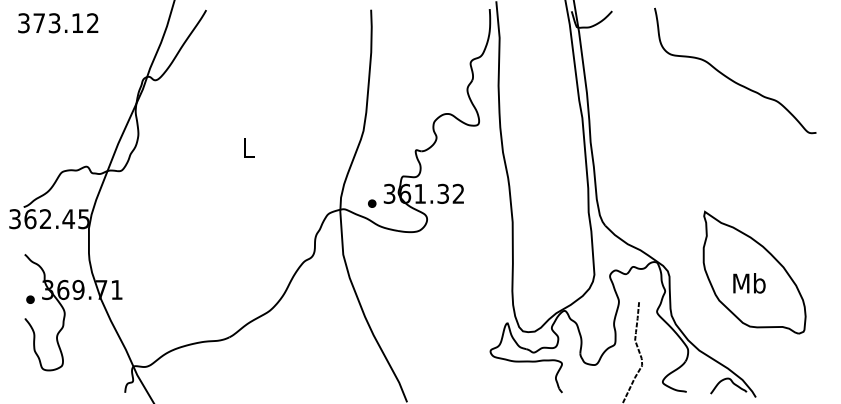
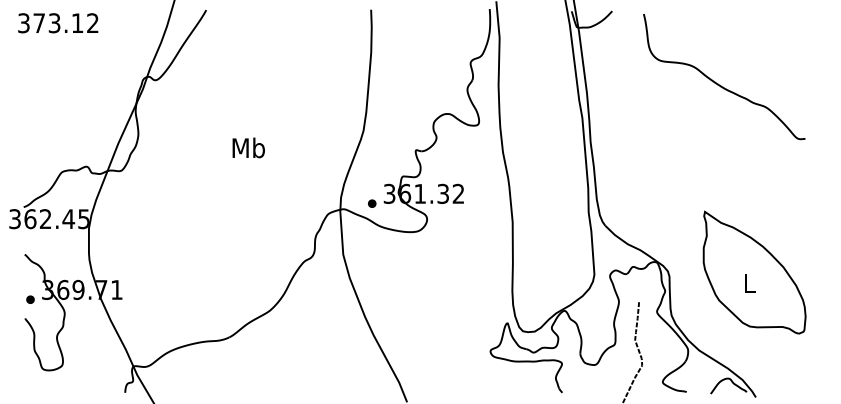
curve at (729, 77) position: (729, 77) -> (718, 83)
text at (248, 147): L -> Mb
text at (749, 283): Mb -> L
